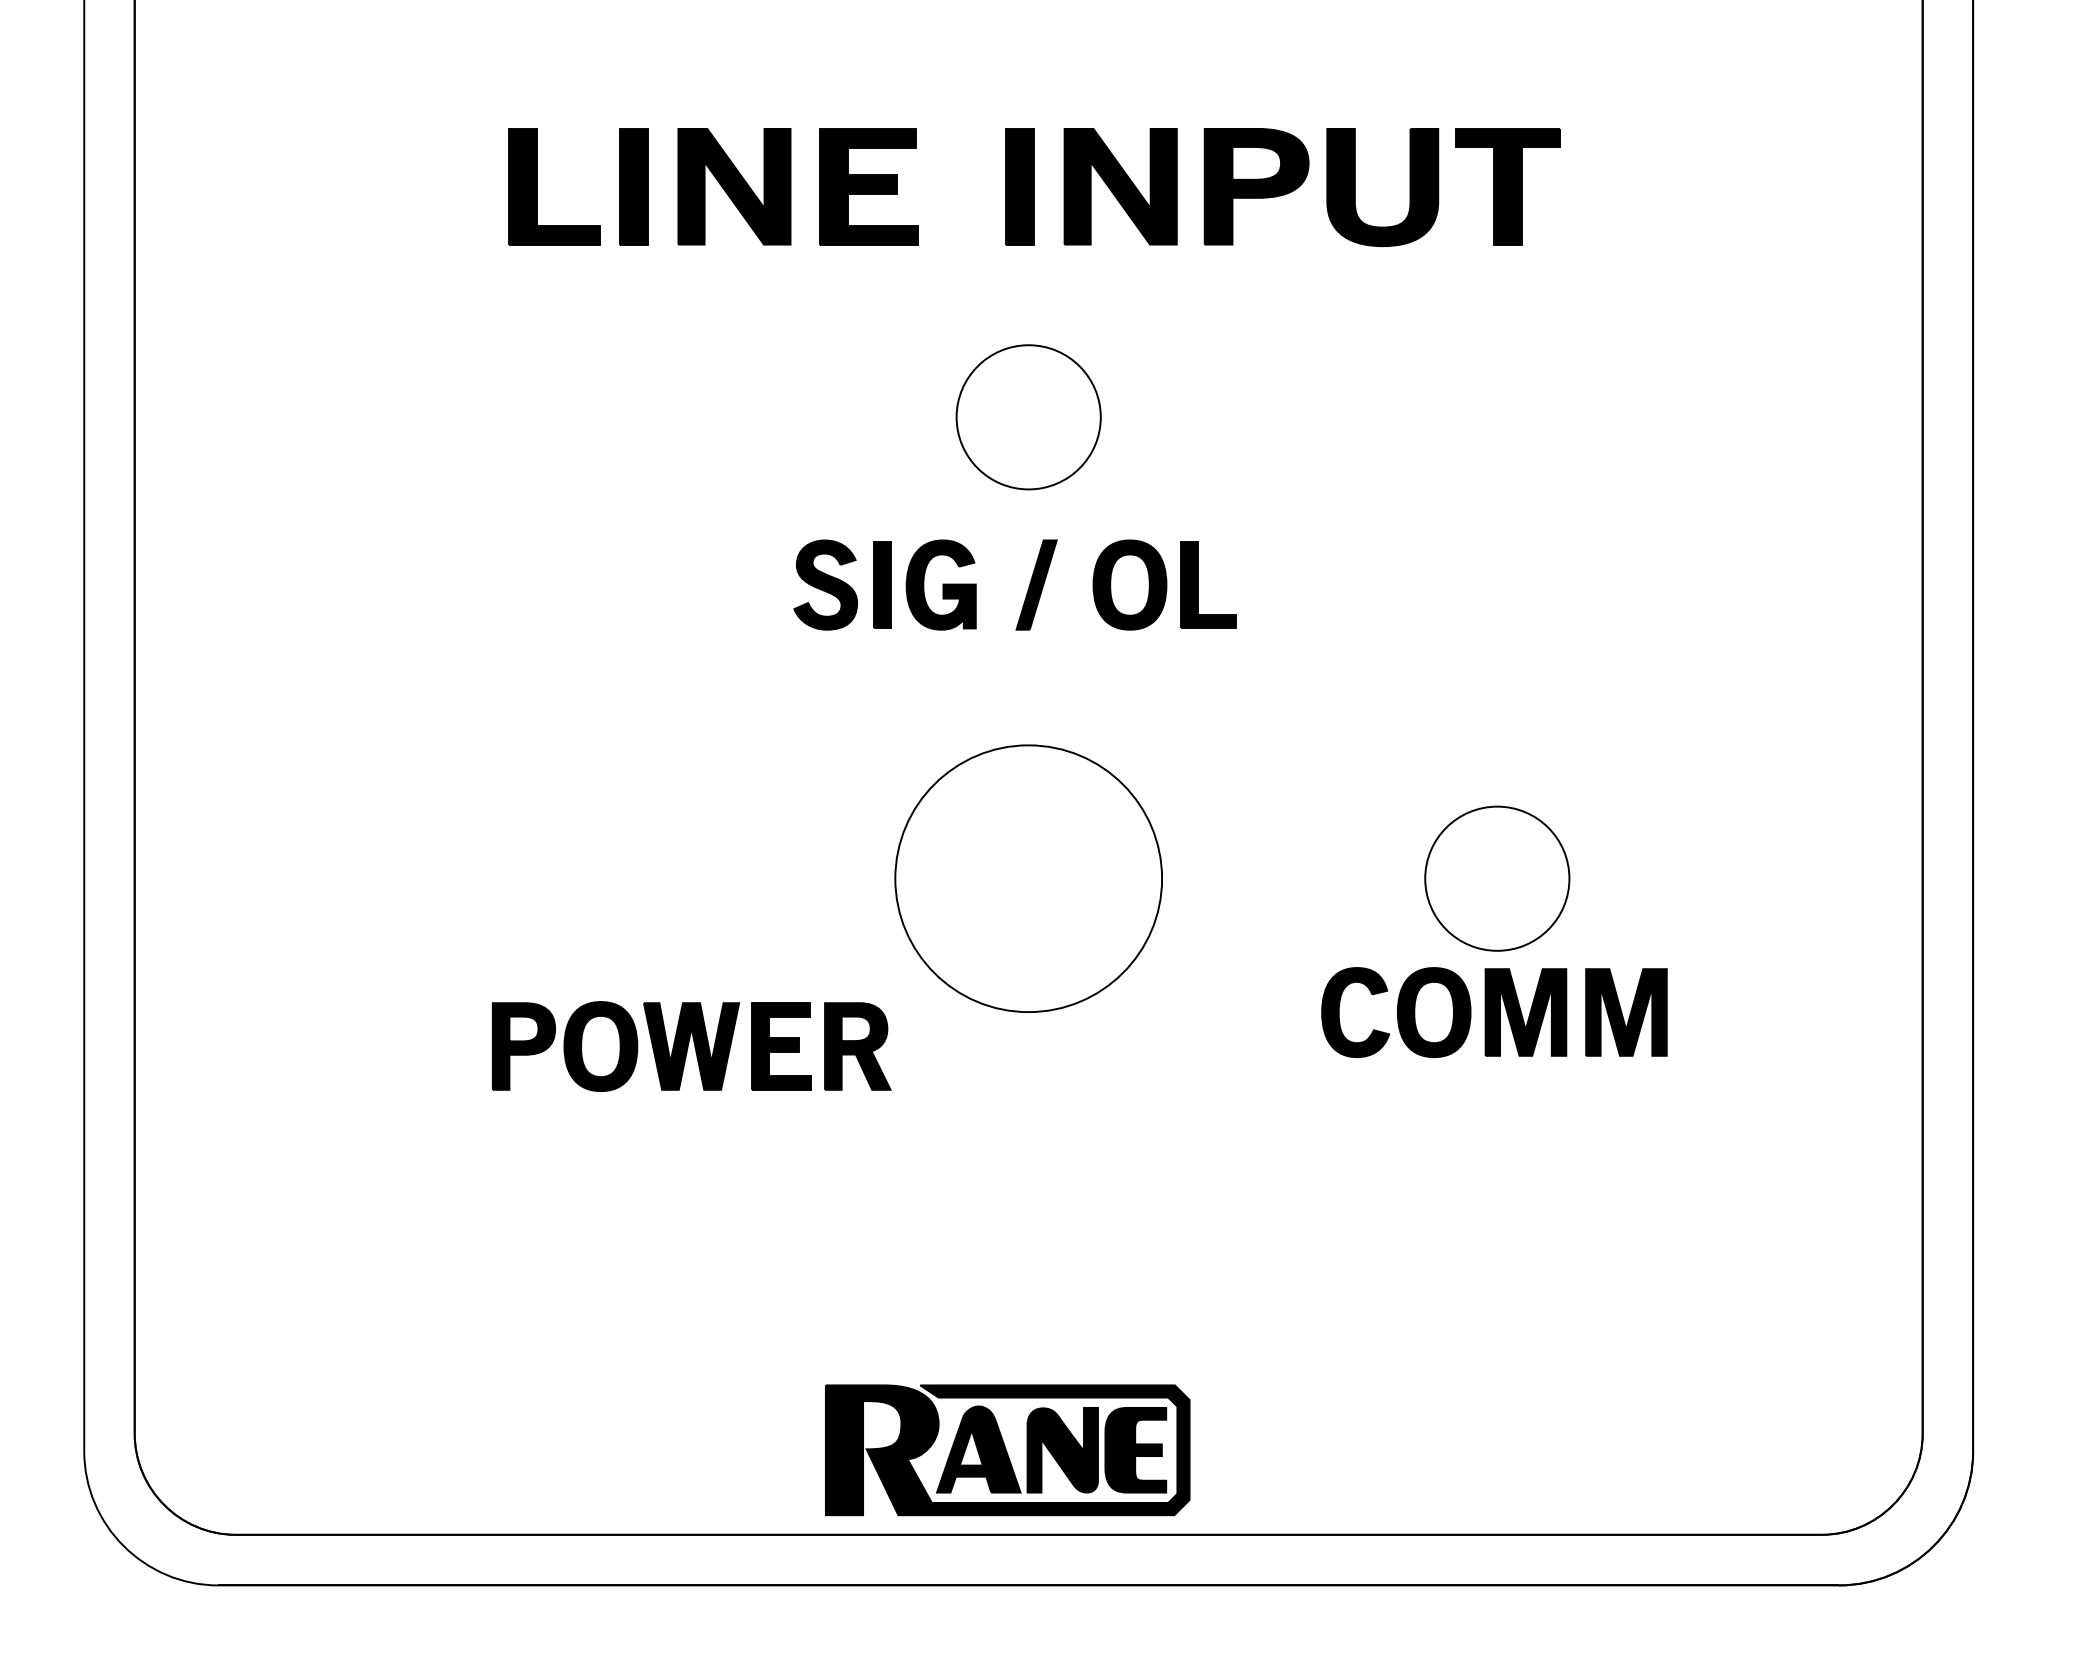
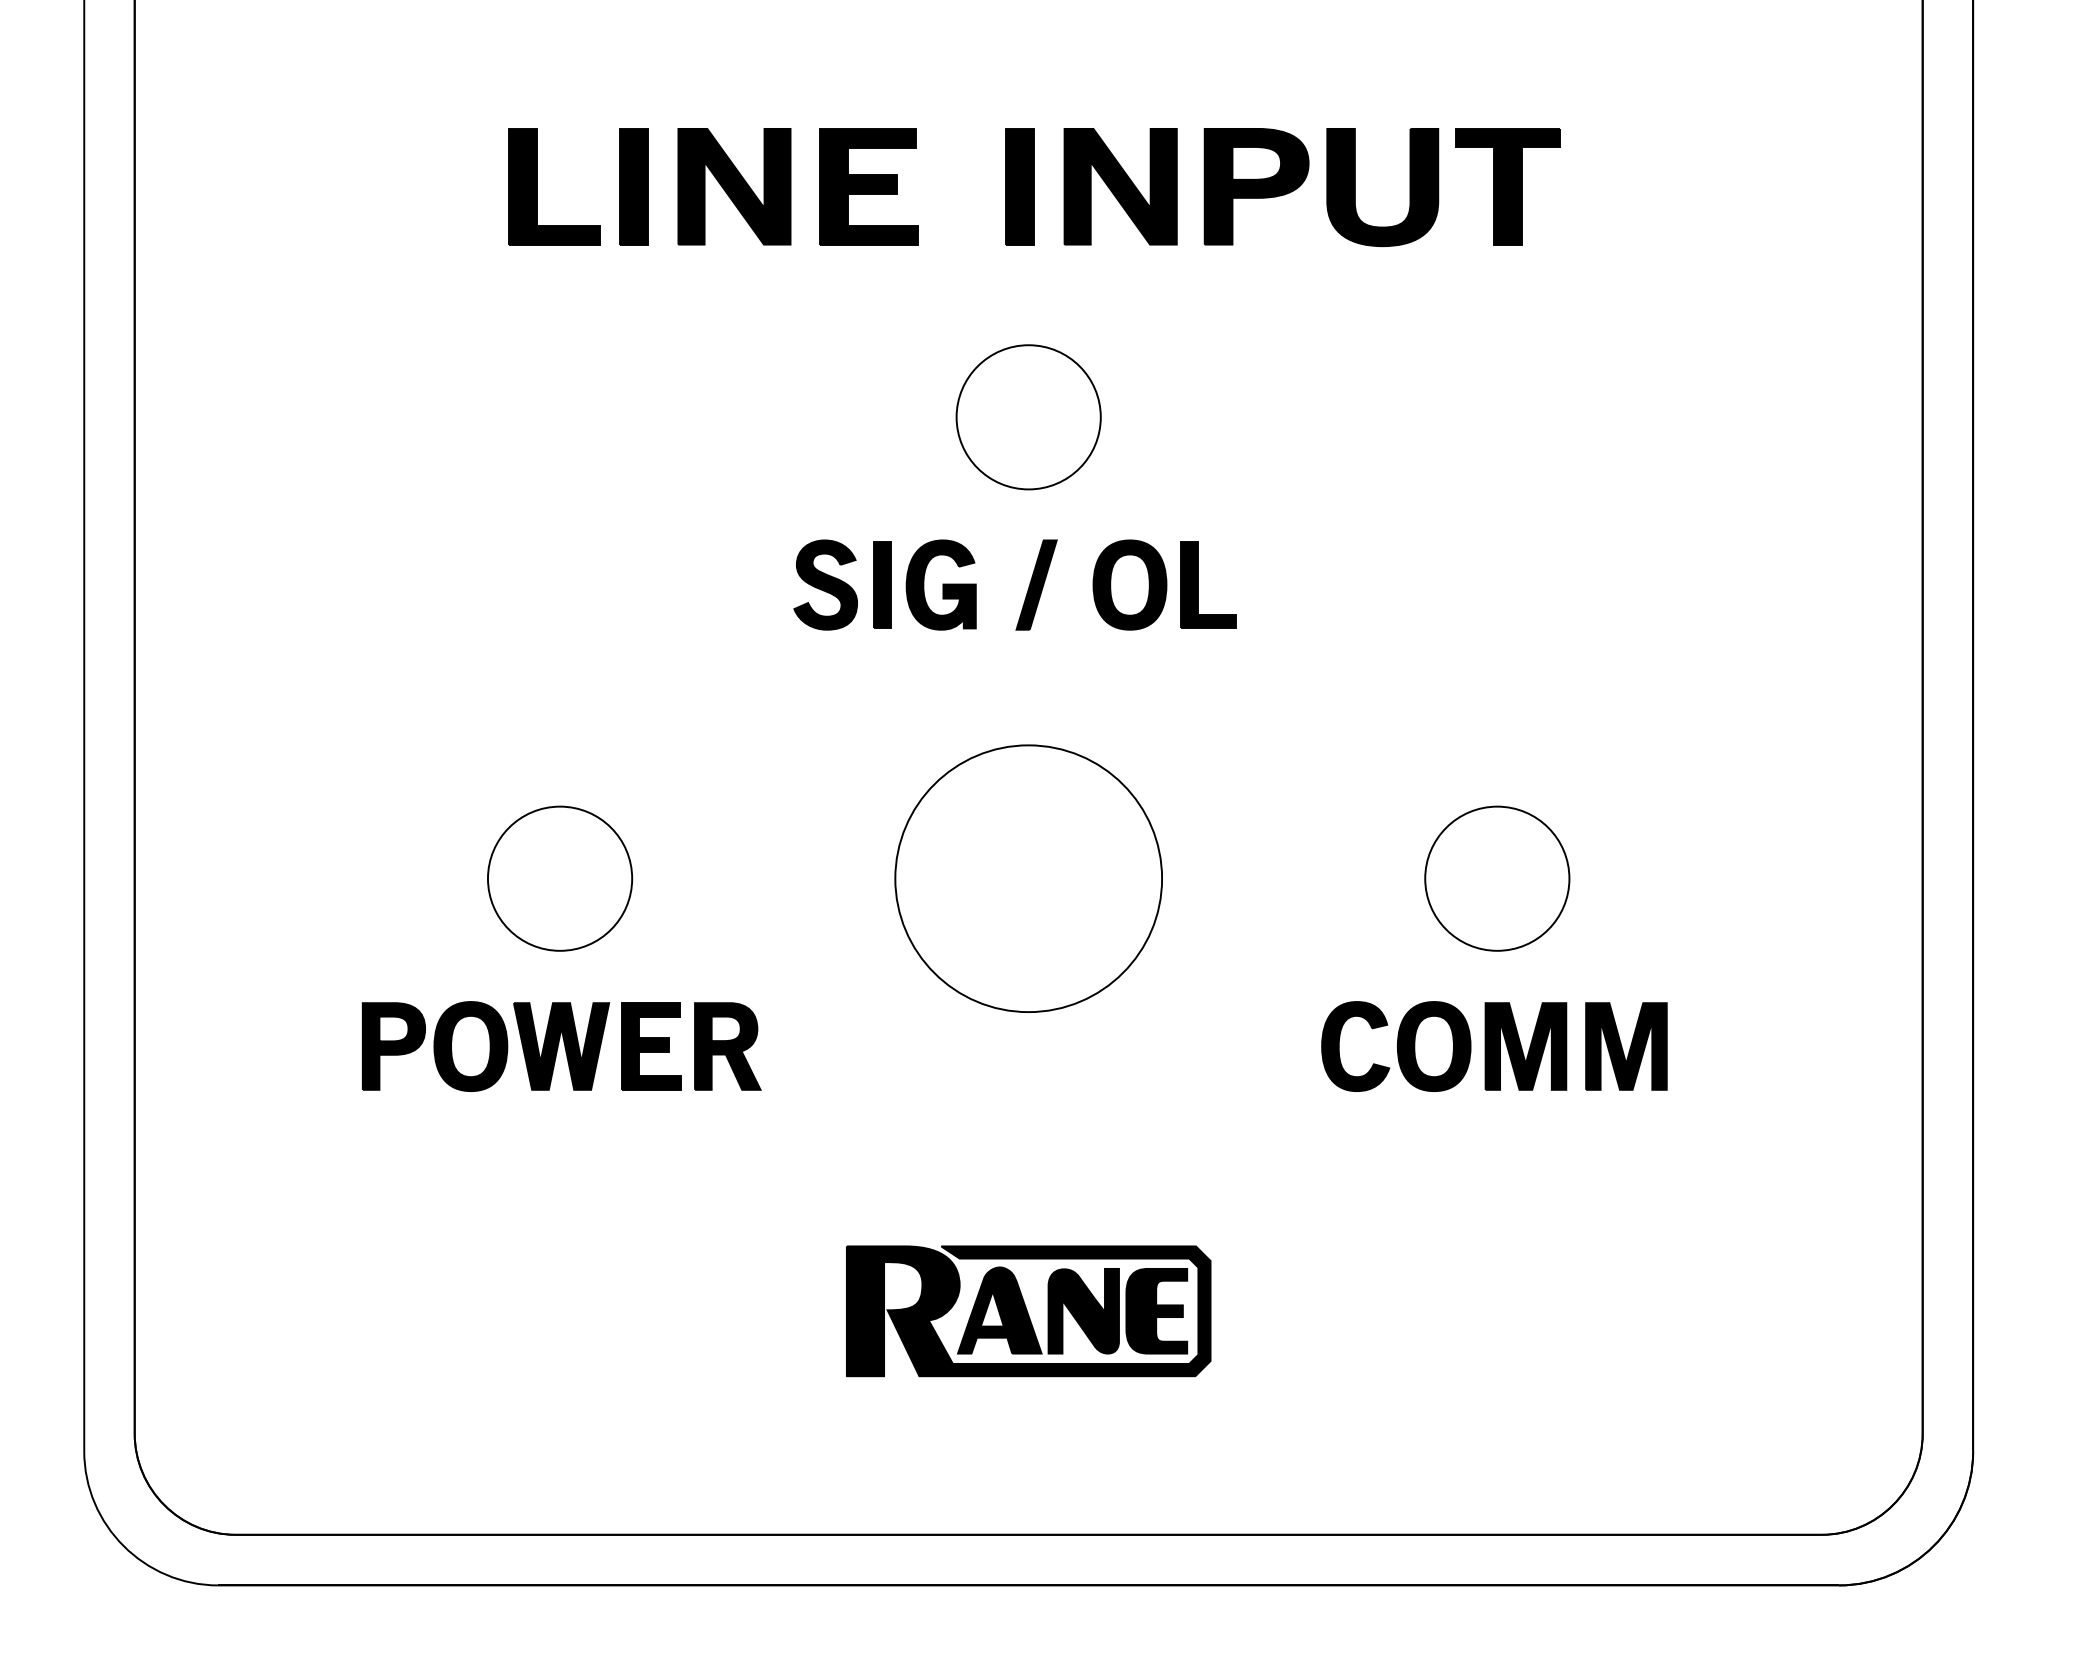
part at (560, 878): none -> present
part at (1494, 1012) position: (1494, 1012) -> (1494, 1046)
part at (691, 1046) position: (691, 1046) -> (561, 1046)
part at (1007, 1450) position: (1007, 1450) -> (1028, 1311)
